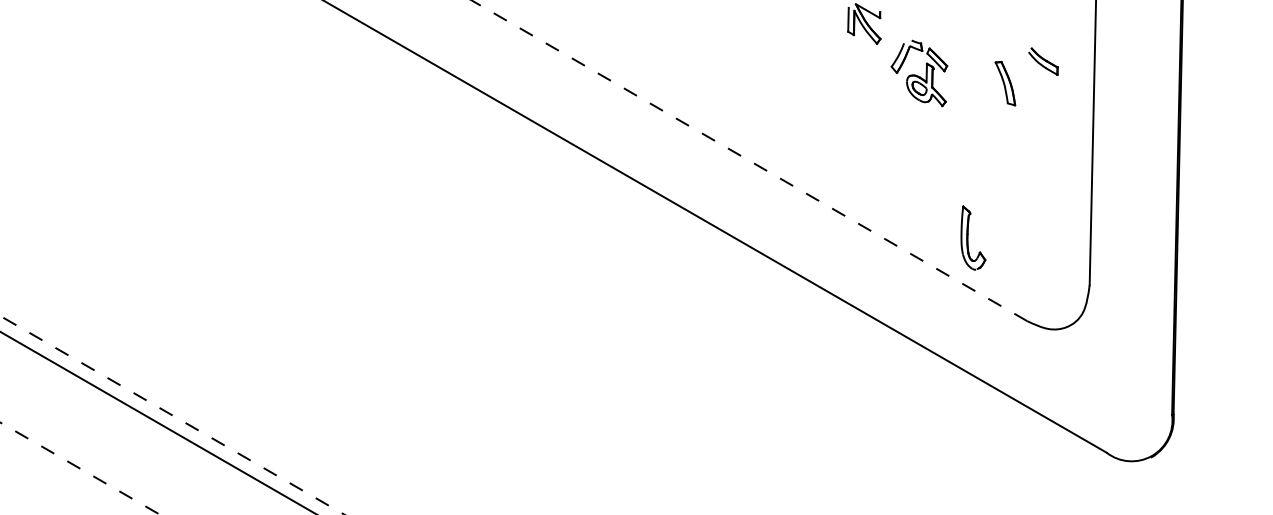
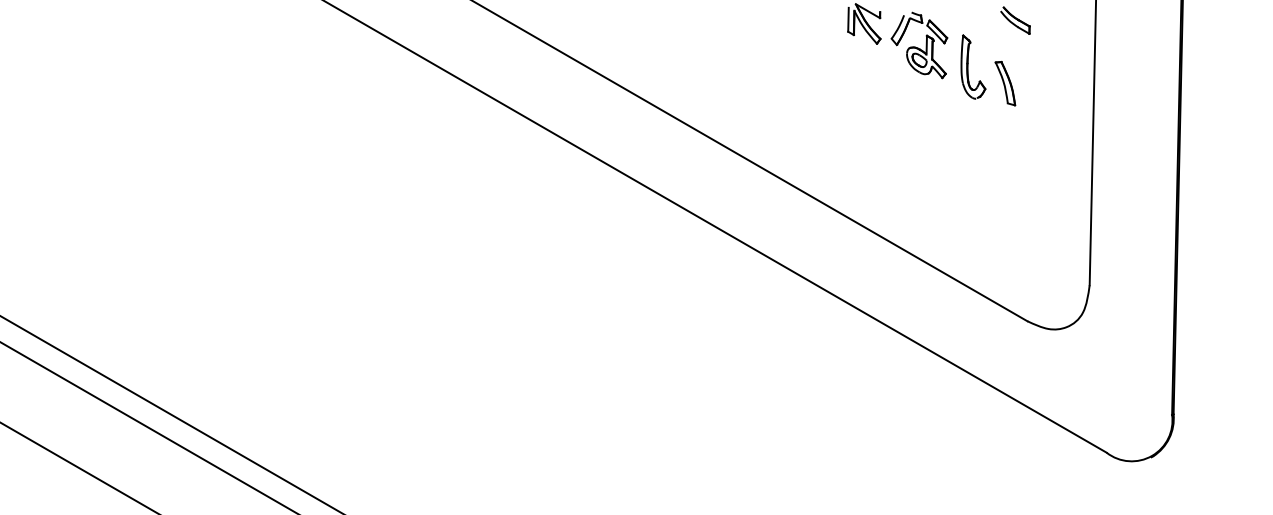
part at (1043, 61) position: (1043, 61) -> (1015, 20)
part at (919, 73) position: (919, 73) -> (919, 45)
line at (749, 160): dashed -> solid
part at (973, 237) position: (973, 237) -> (973, 66)
line at (172, 415): dashed -> solid
line at (157, 422) position: (157, 422) -> (148, 427)
line at (80, 468): dashed -> solid
